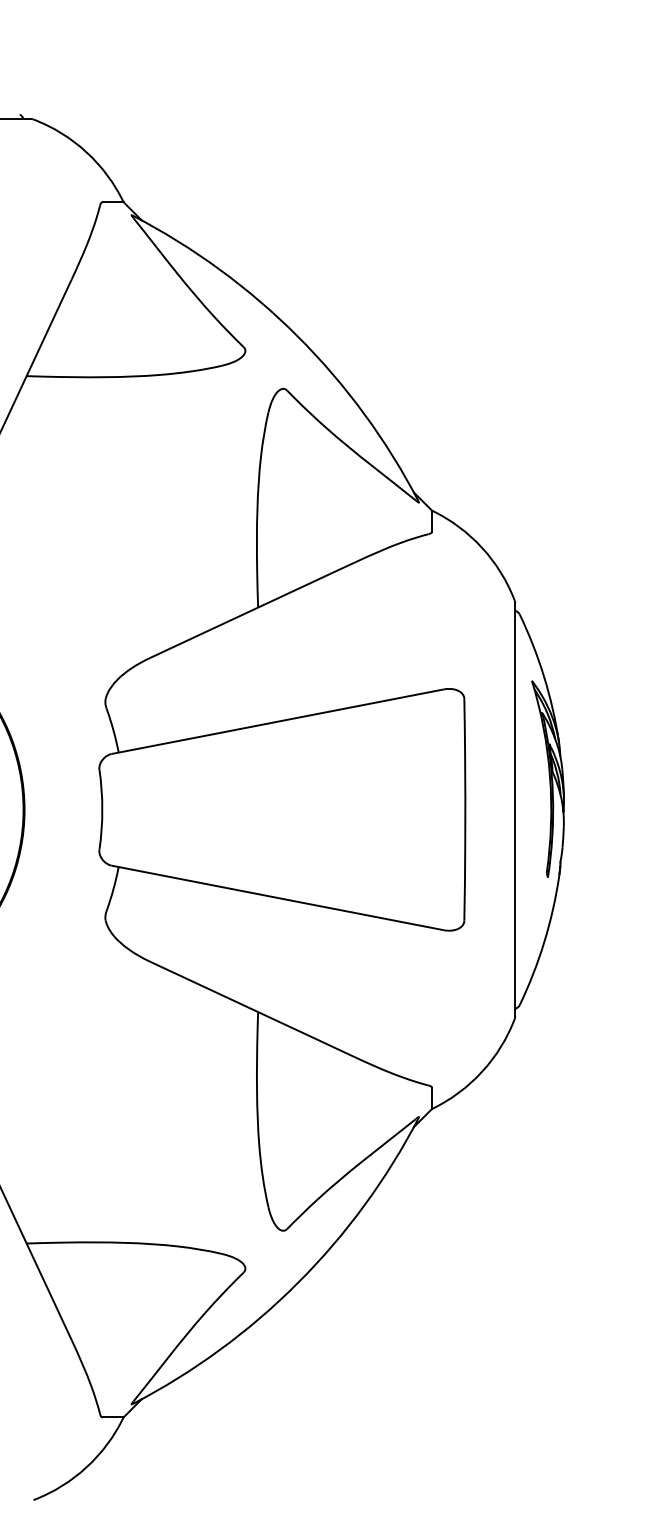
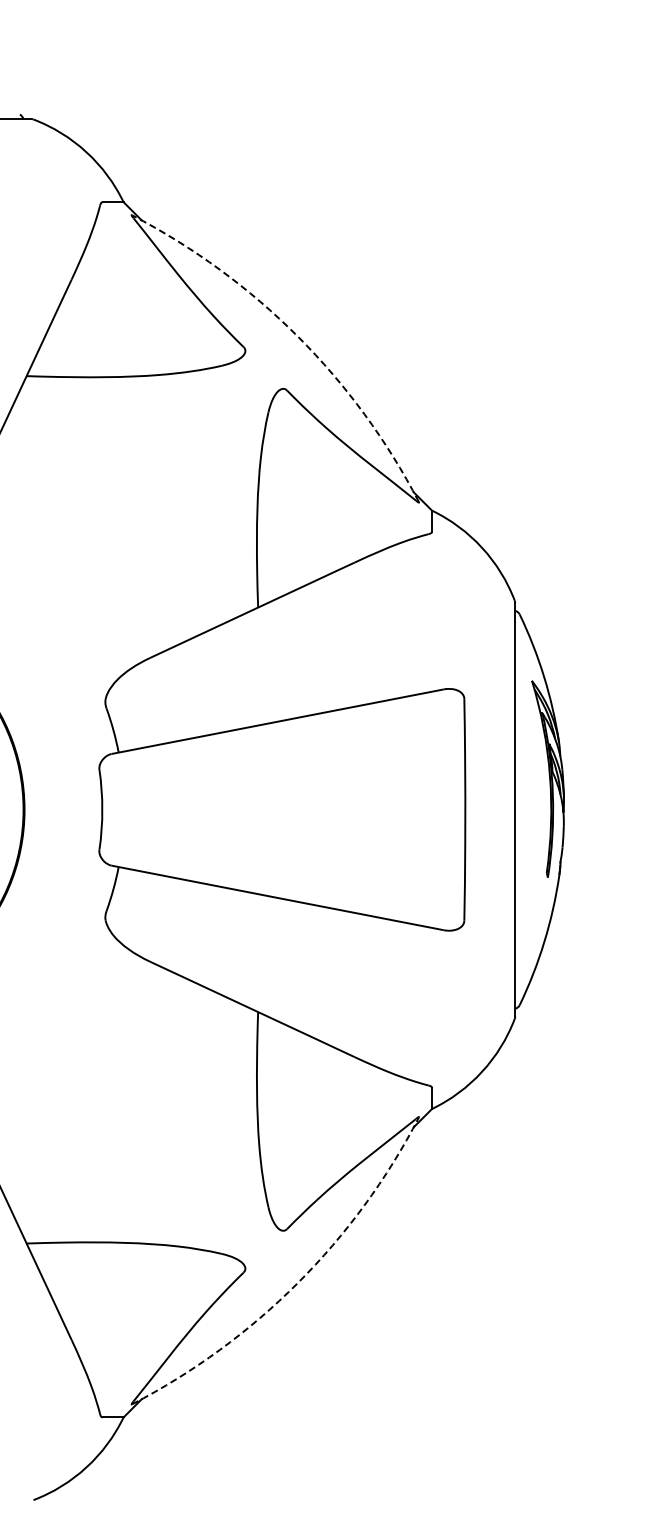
arc at (297, 336): solid -> dashed
arc at (297, 1283): solid -> dashed
